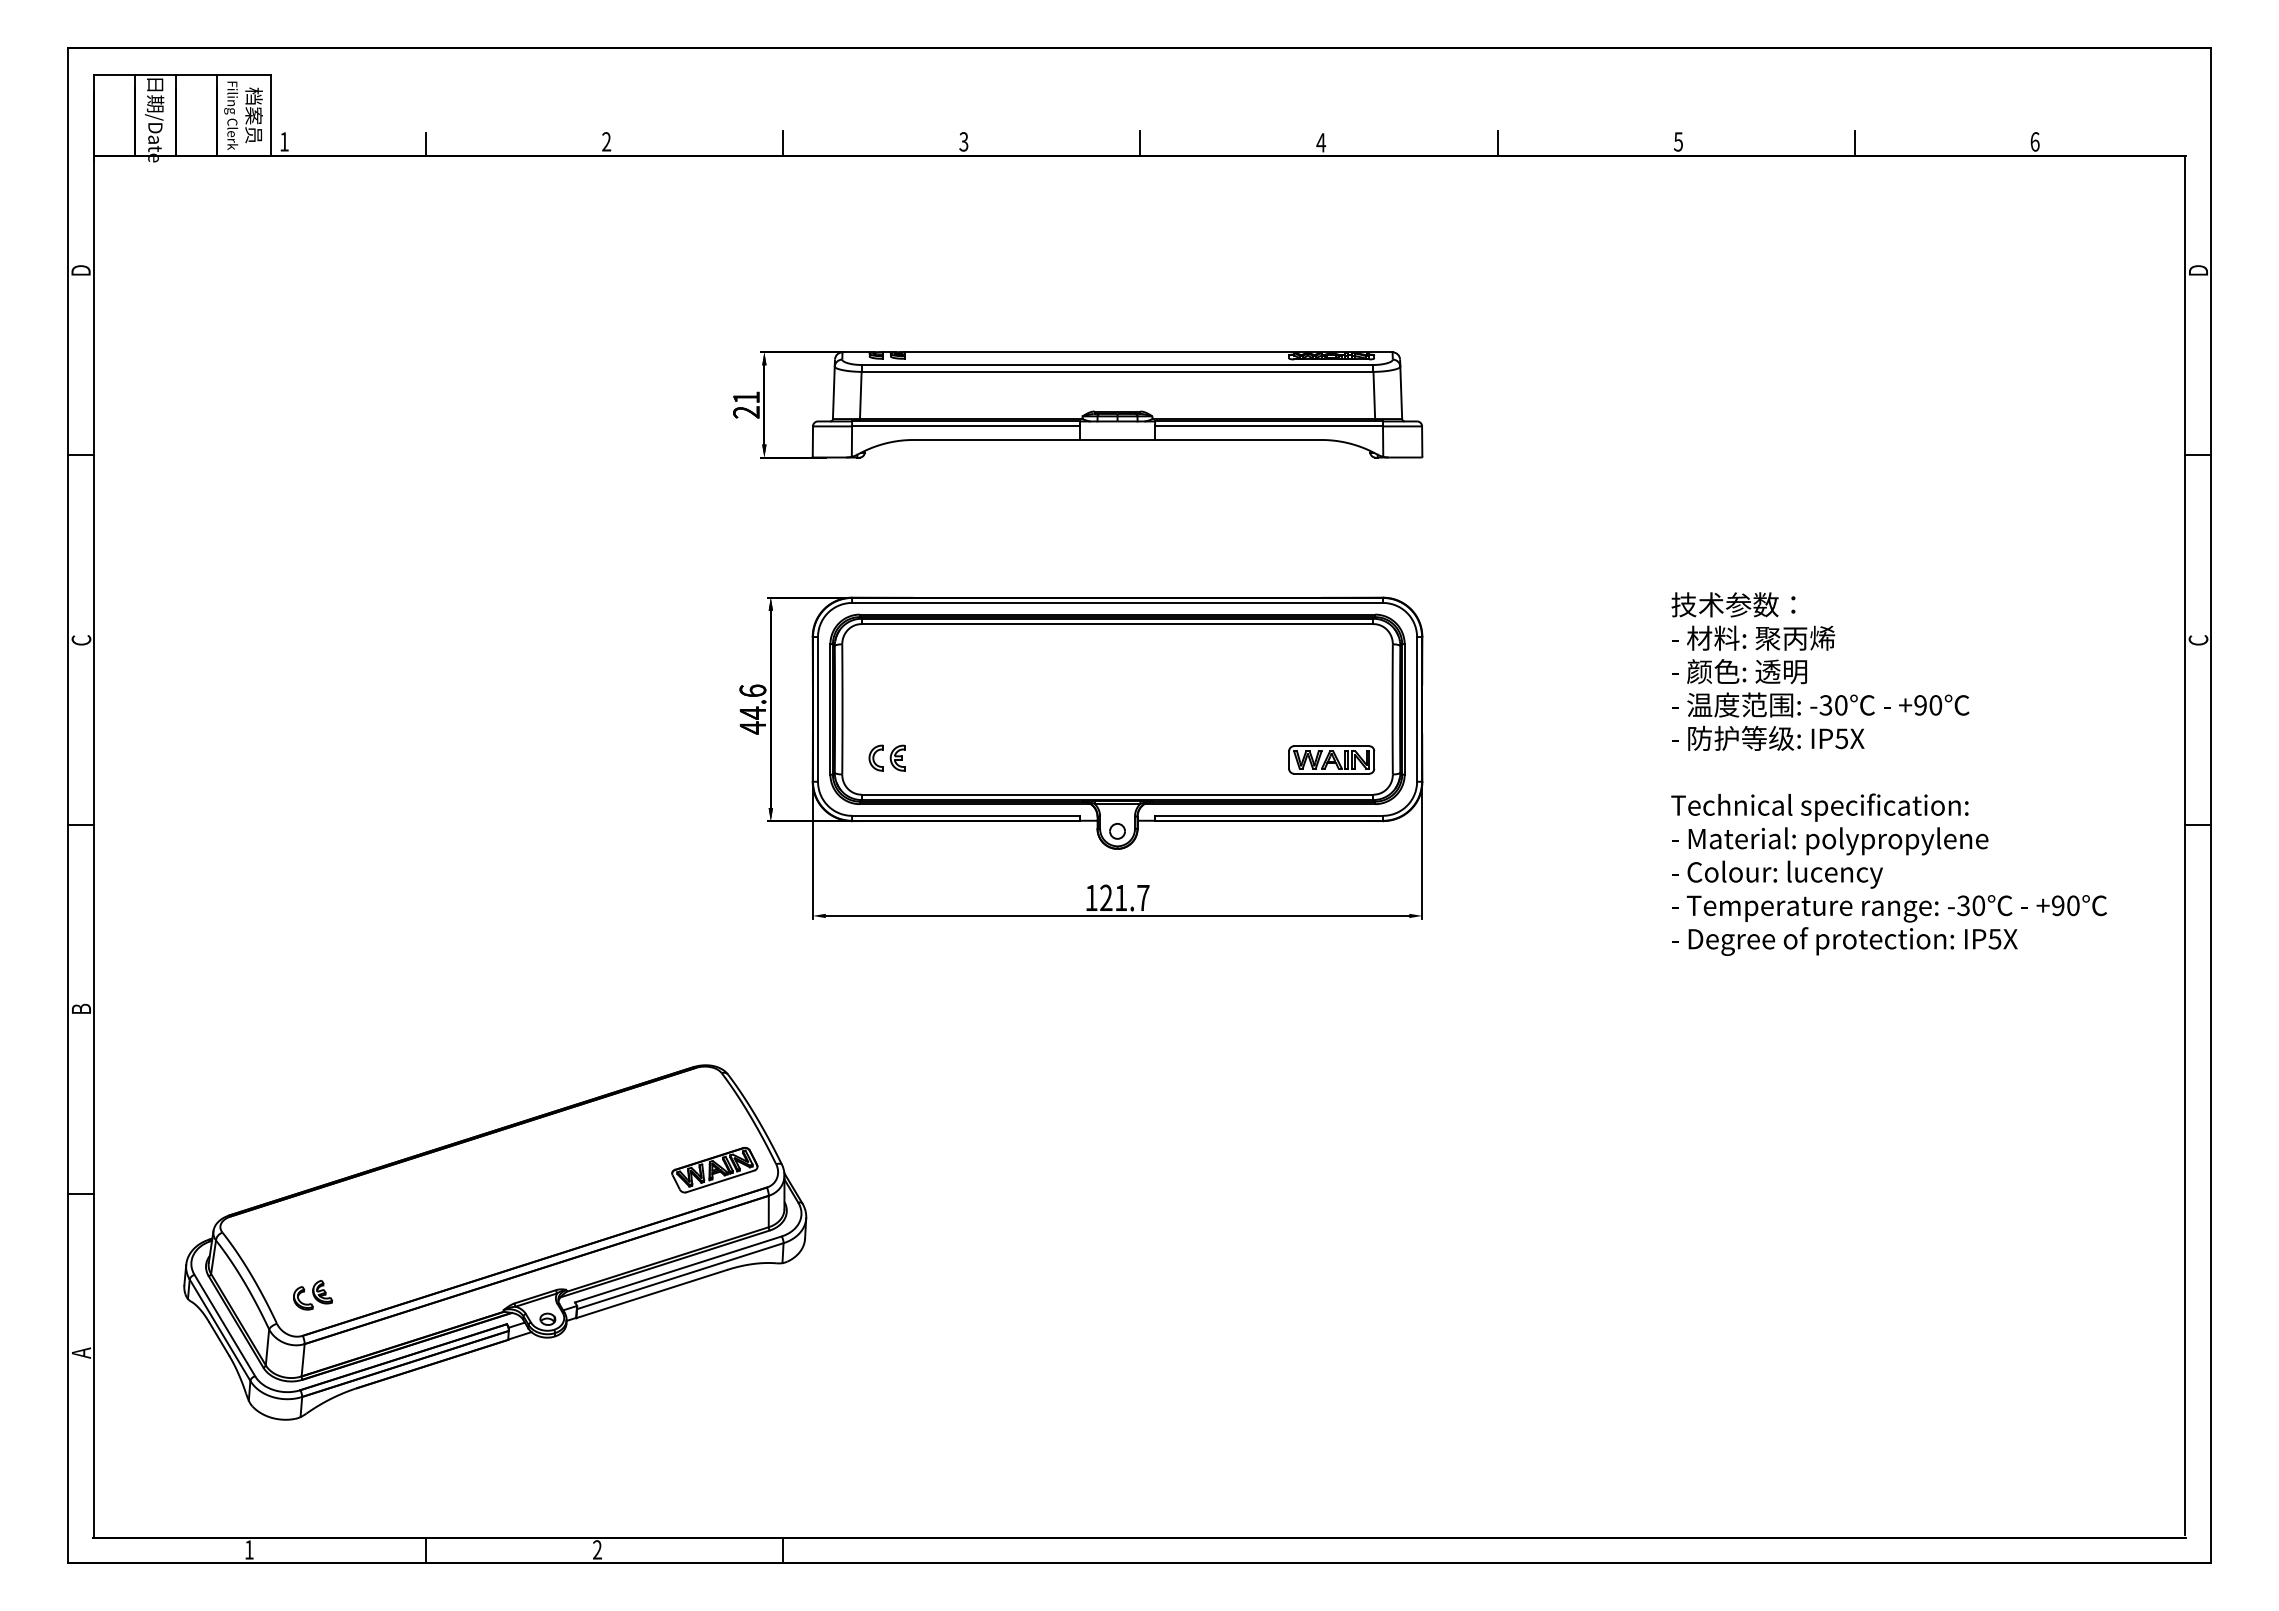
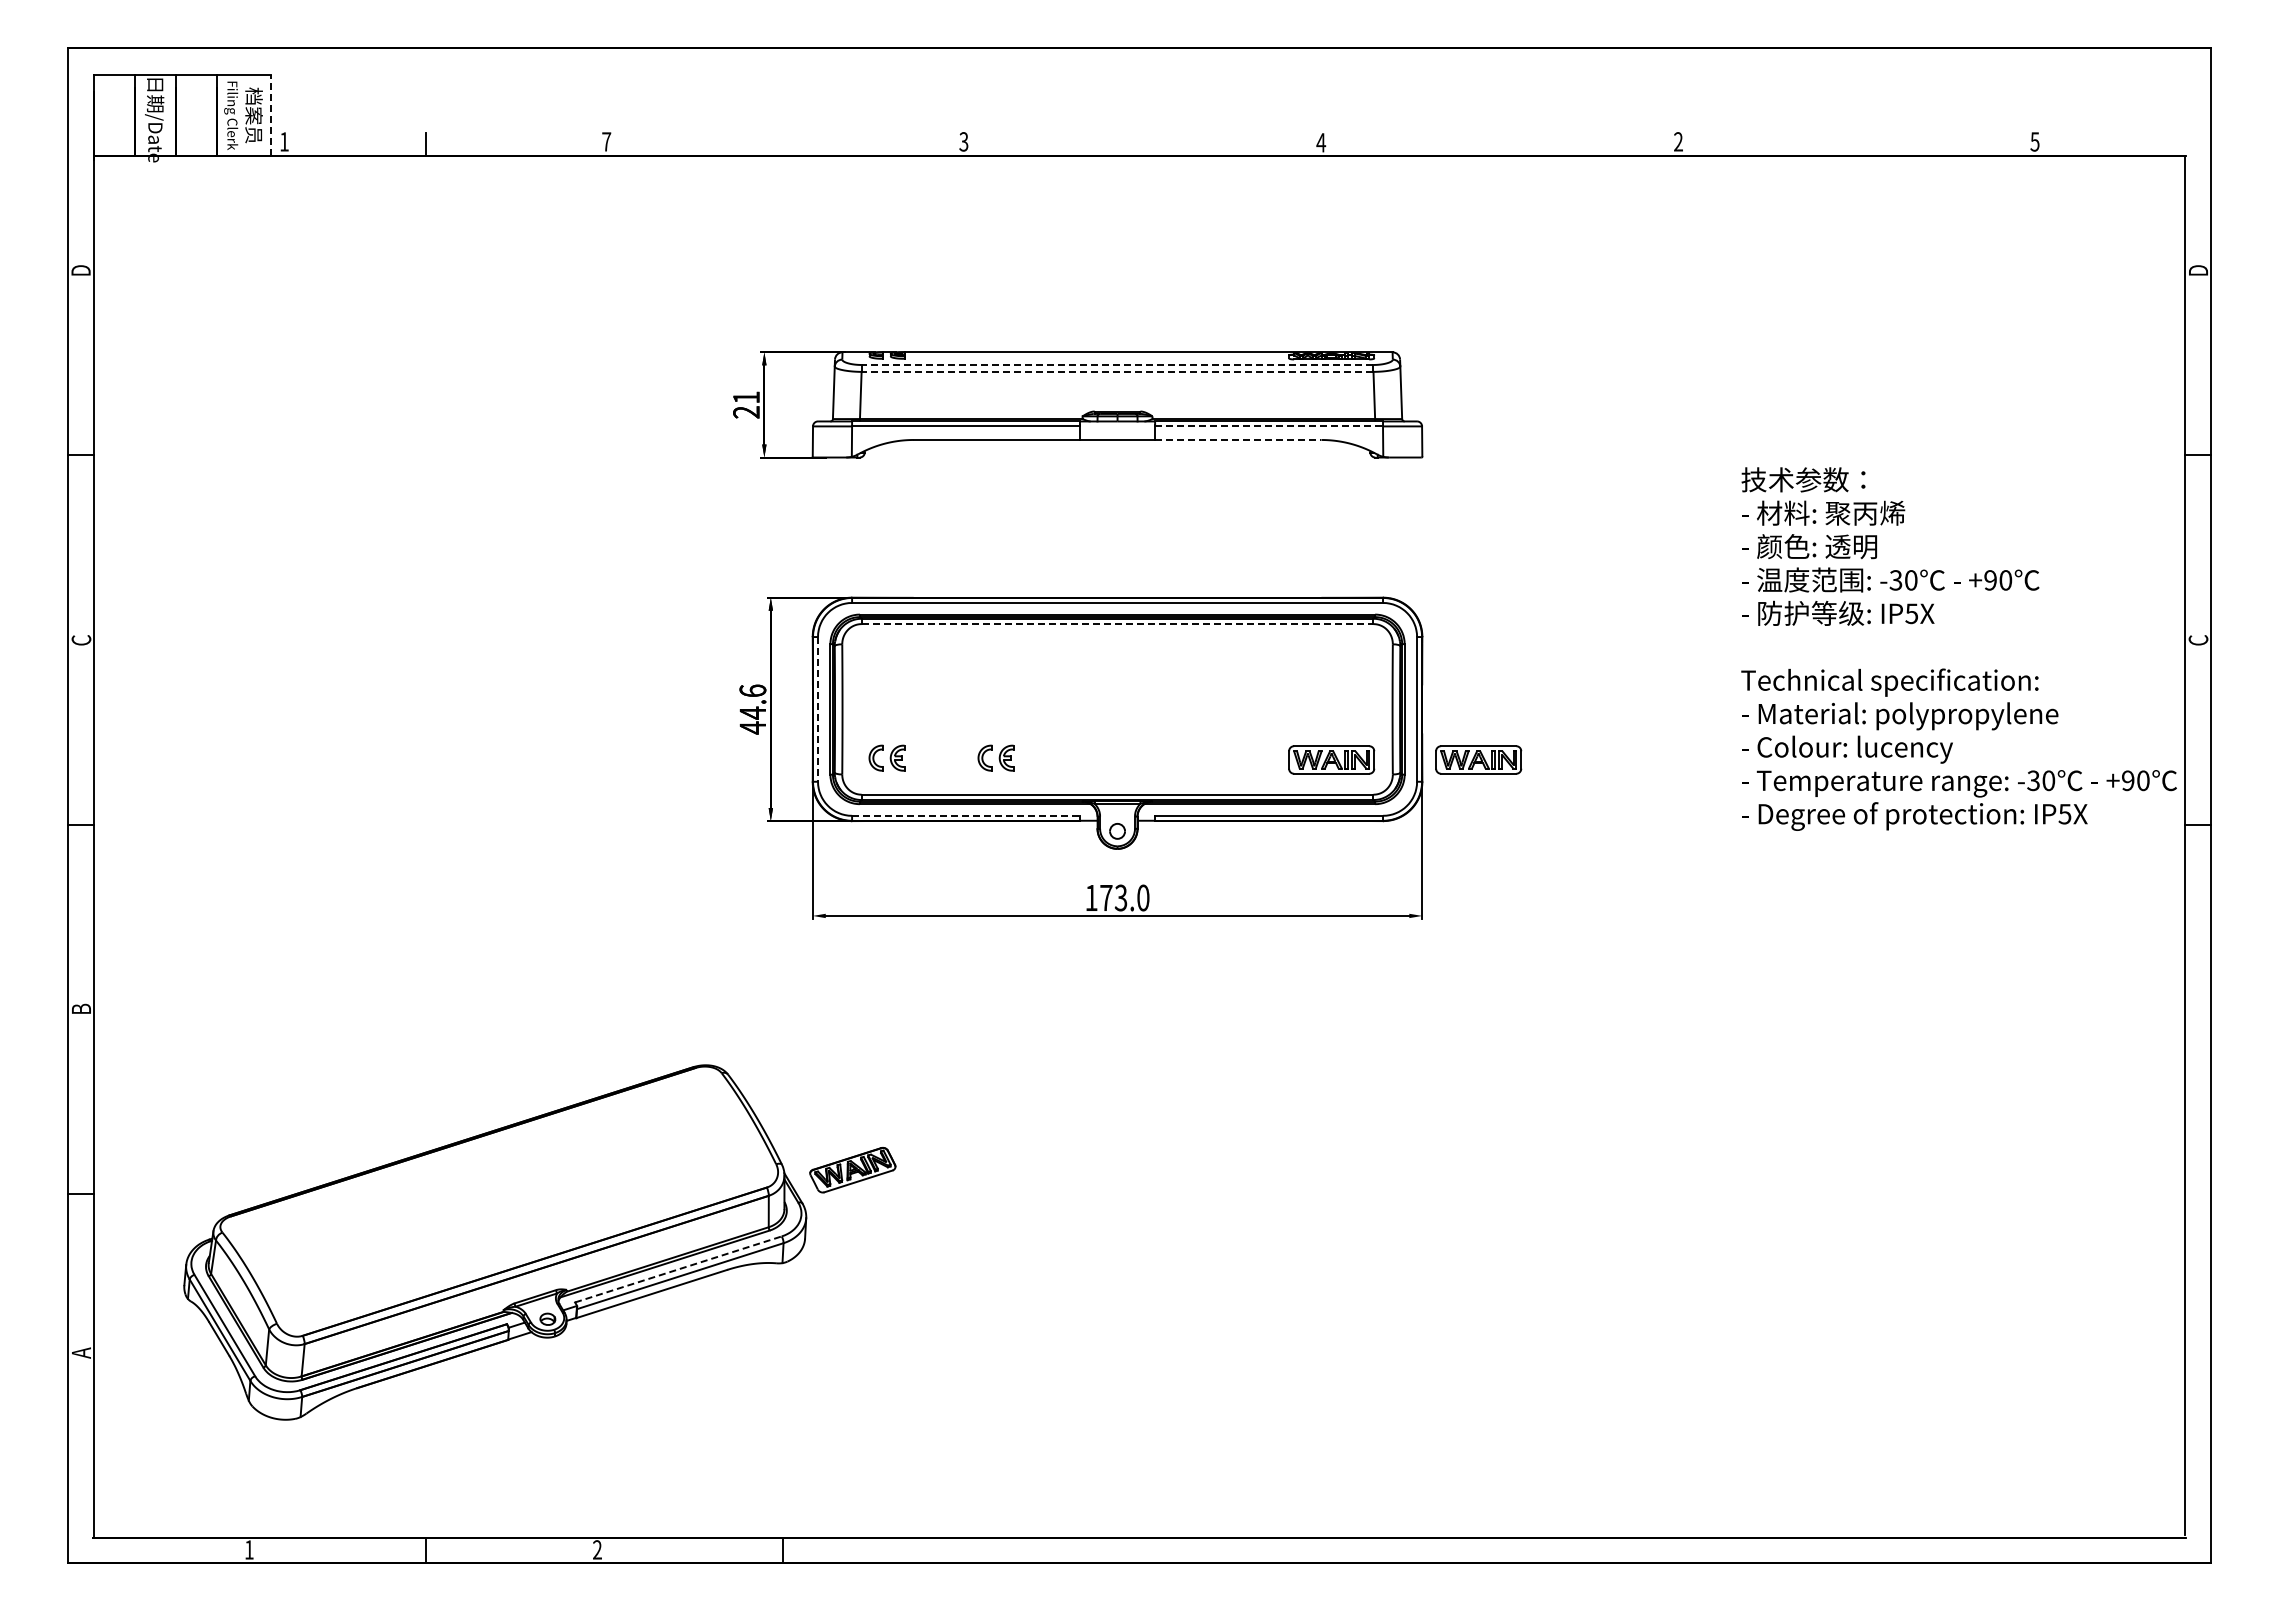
line at (271, 115): solid -> dashed
text at (606, 141): 2 -> 7
text at (1677, 141): 5 -> 2
text at (2034, 141): 6 -> 5
line at (782, 143): present -> none
line at (1140, 143): present -> none
line at (1497, 143): present -> none
line at (1854, 143): present -> none
line at (1117, 364): solid -> dashed
line at (1117, 371): solid -> dashed
line at (1269, 426): solid -> dashed
line at (1238, 439): solid -> dashed
line at (1117, 624): solid -> dashed
line at (818, 709): solid -> dashed
part at (995, 757): none -> present
part at (1478, 759): none -> present
text at (1888, 773) position: (1888, 773) -> (1958, 648)
line at (966, 815): solid -> dashed
text at (1124, 897): 121.7 -> 173.0
part at (714, 1170) position: (714, 1170) -> (852, 1170)
line at (678, 1269): solid -> dashed
part at (313, 1294): present -> none
